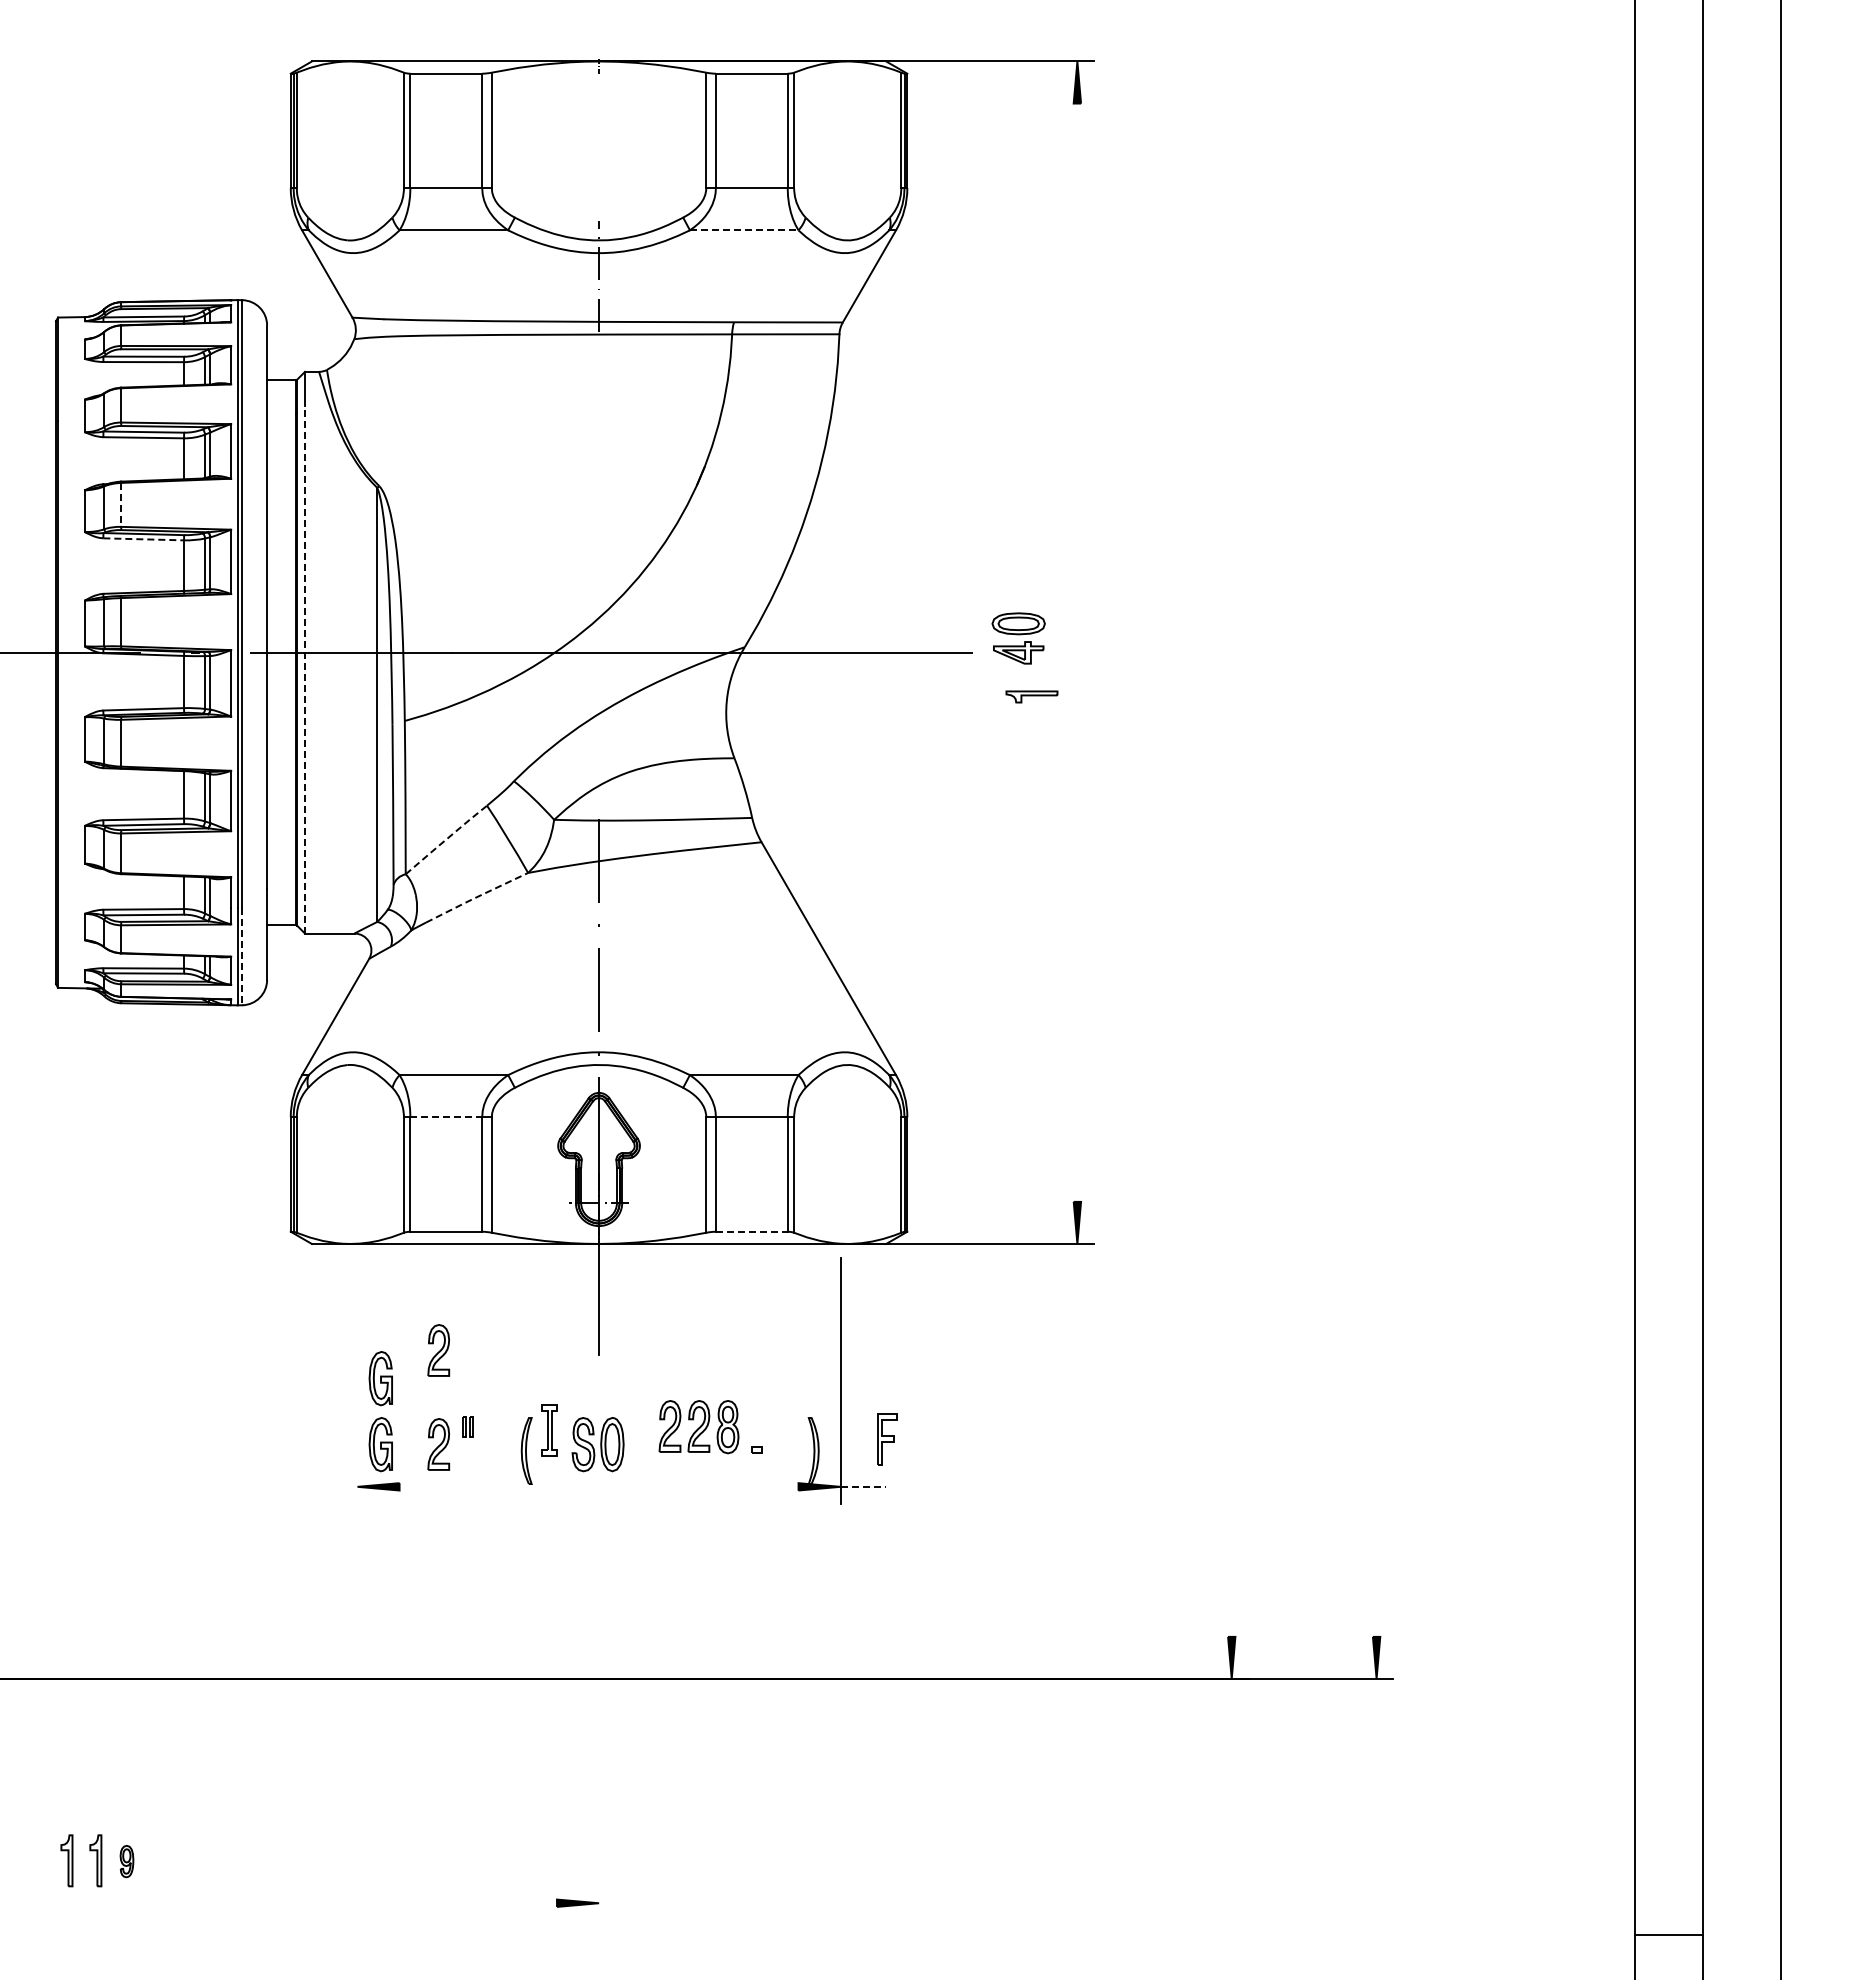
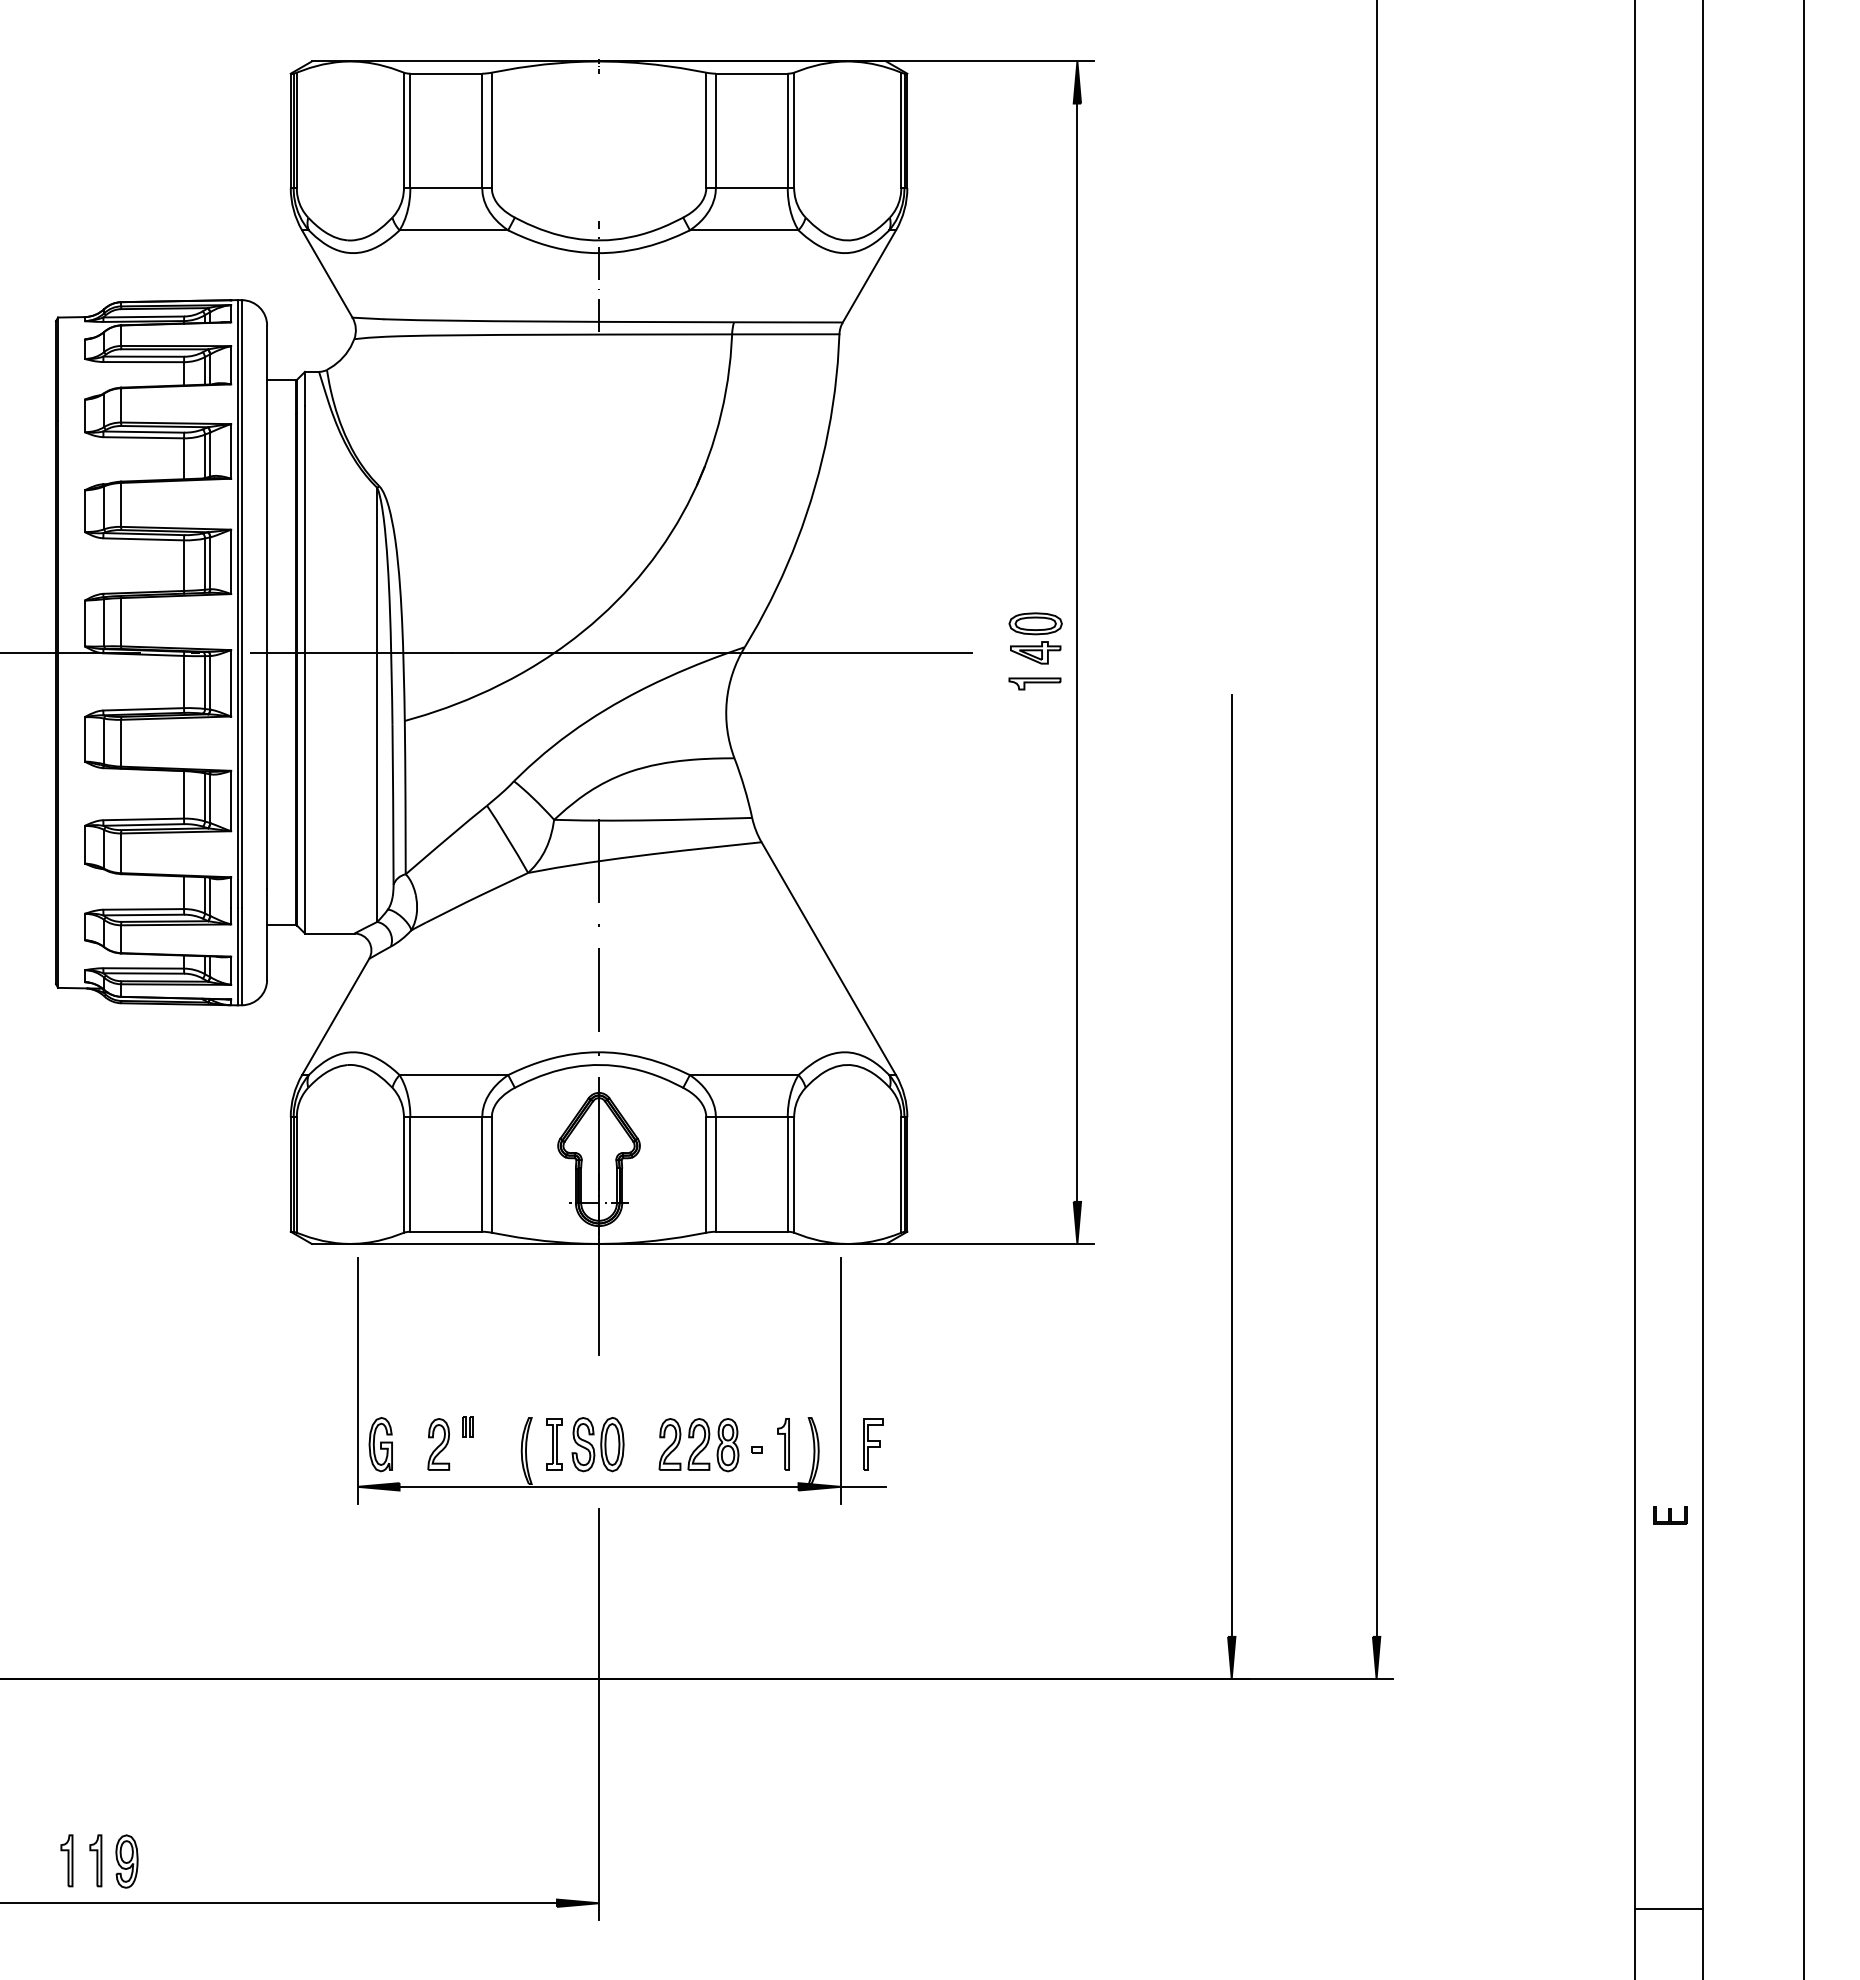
line at (744, 230): dashed -> solid
line at (121, 504): dashed -> solid
line at (144, 539): dashed -> solid
part at (1018, 638) position: (1018, 638) -> (1035, 638)
line at (1077, 652): none -> present
line at (304, 669): dashed -> solid
part at (1031, 696) position: (1031, 696) -> (1034, 683)
line at (1376, 819): none -> present
line at (446, 839): dashed -> solid
line at (476, 897): dashed -> solid
line at (242, 956): dashed -> solid
line at (1781, 989) position: (1781, 989) -> (1804, 989)
line at (446, 1117): dashed -> solid
line at (1231, 1165): none -> present
line at (751, 1231): dashed -> solid
part at (438, 1350): present -> none
part at (380, 1378): present -> none
line at (357, 1380): none -> present
part at (698, 1427) position: (698, 1427) -> (698, 1445)
part at (549, 1430) position: (549, 1430) -> (554, 1444)
part at (887, 1439) position: (887, 1439) -> (873, 1444)
part at (783, 1444): none -> present
line at (598, 1486): none -> present
line at (863, 1486): dashed -> solid
part at (1670, 1515): none -> present
line at (599, 1714): none -> present
part at (126, 1861) size: 16x34 px -> 24x55 px
line at (279, 1903): none -> present
line at (1668, 1934) position: (1668, 1934) -> (1668, 1908)
